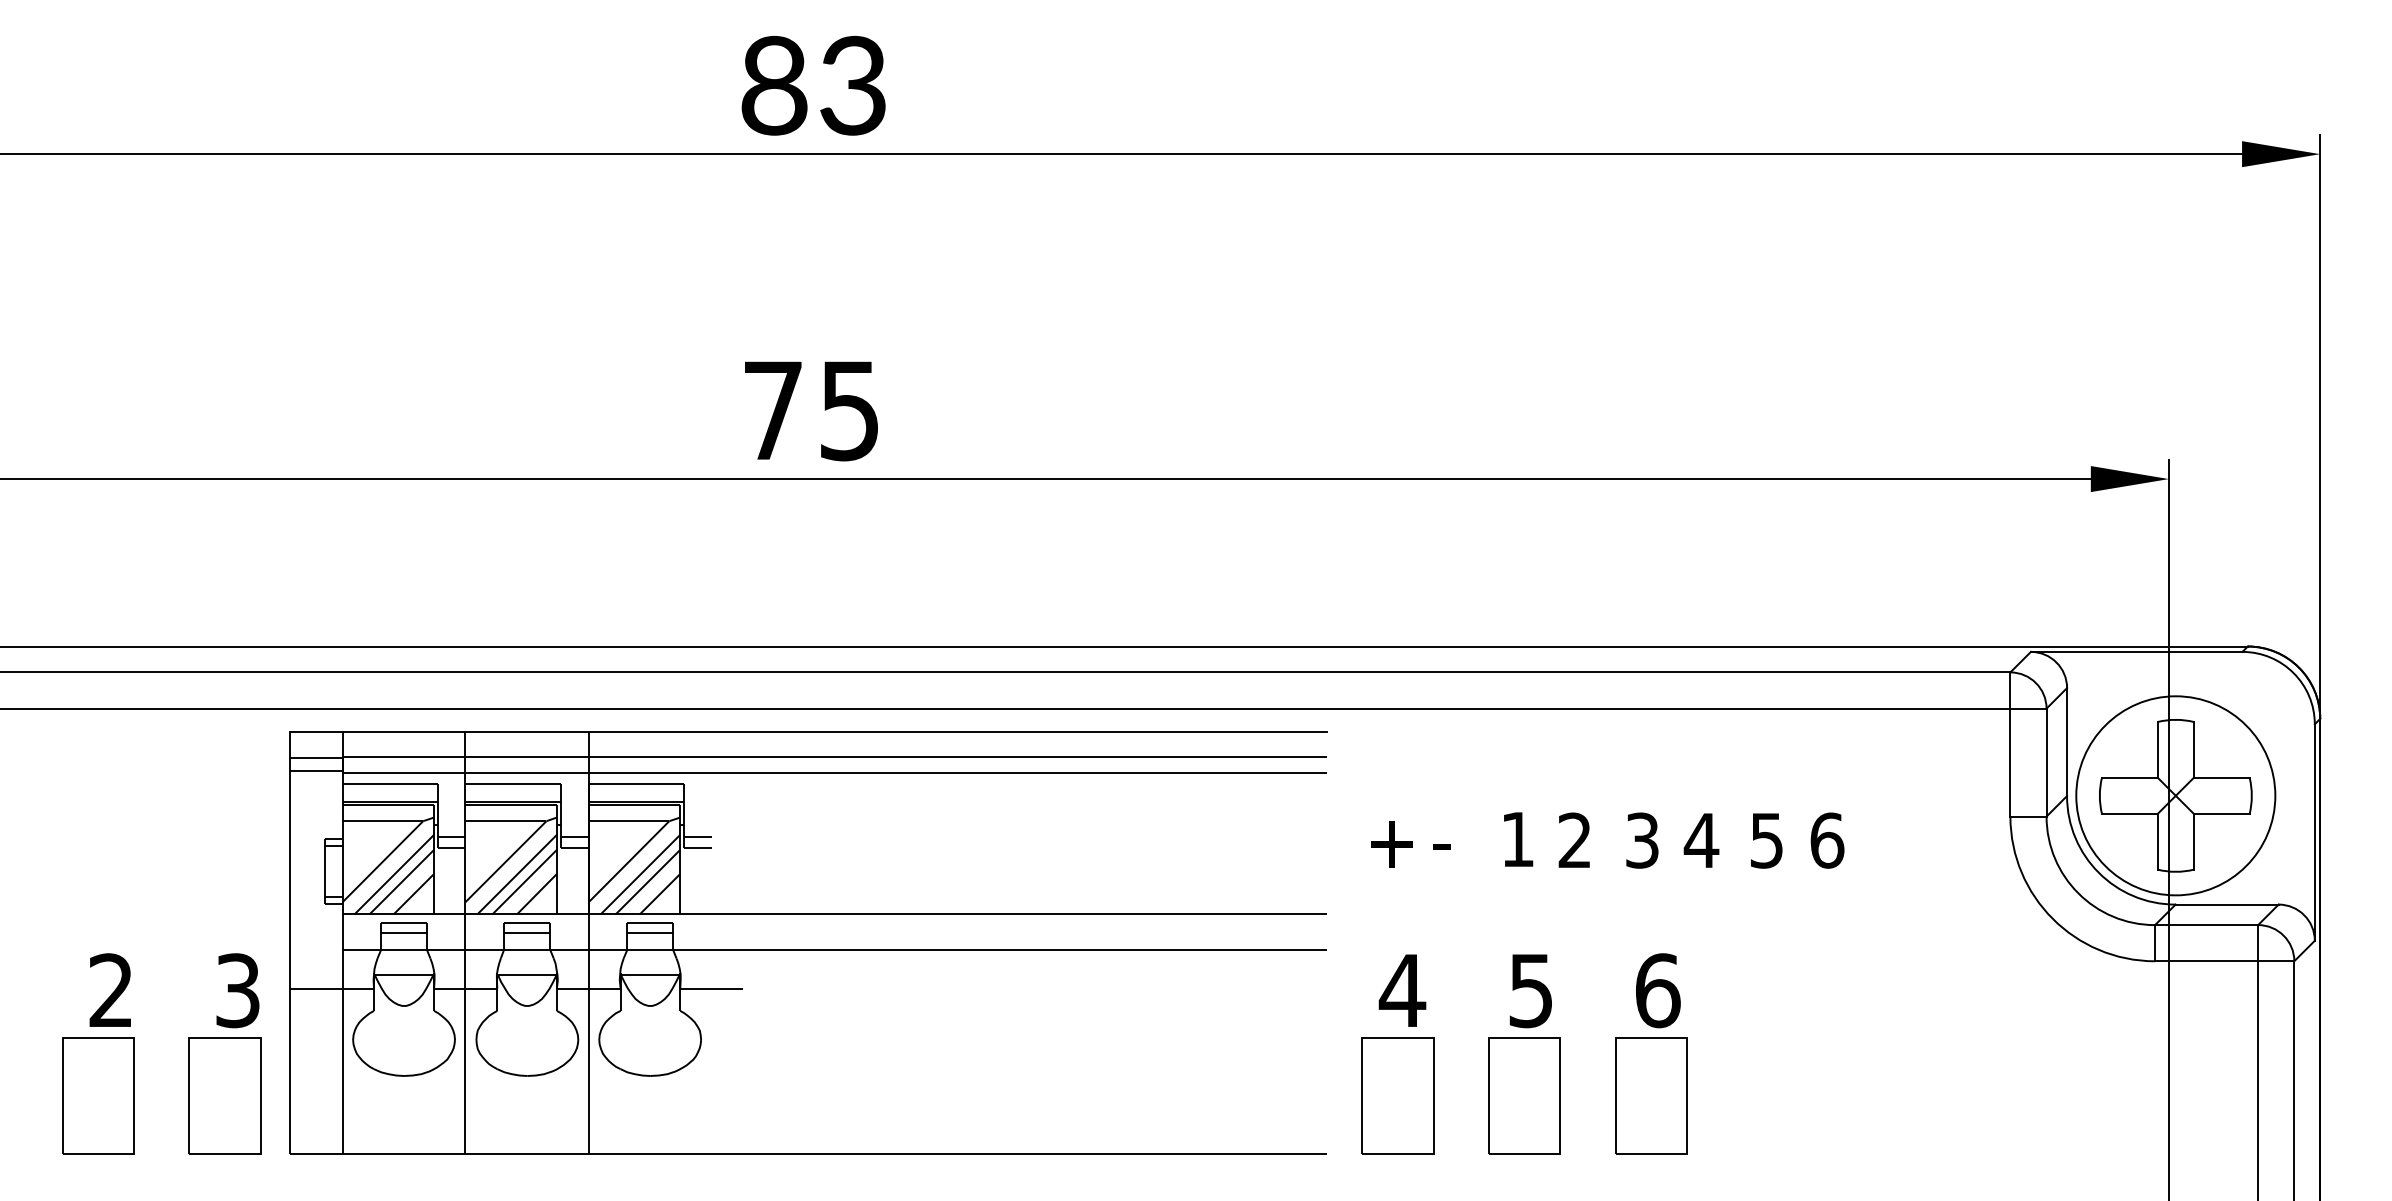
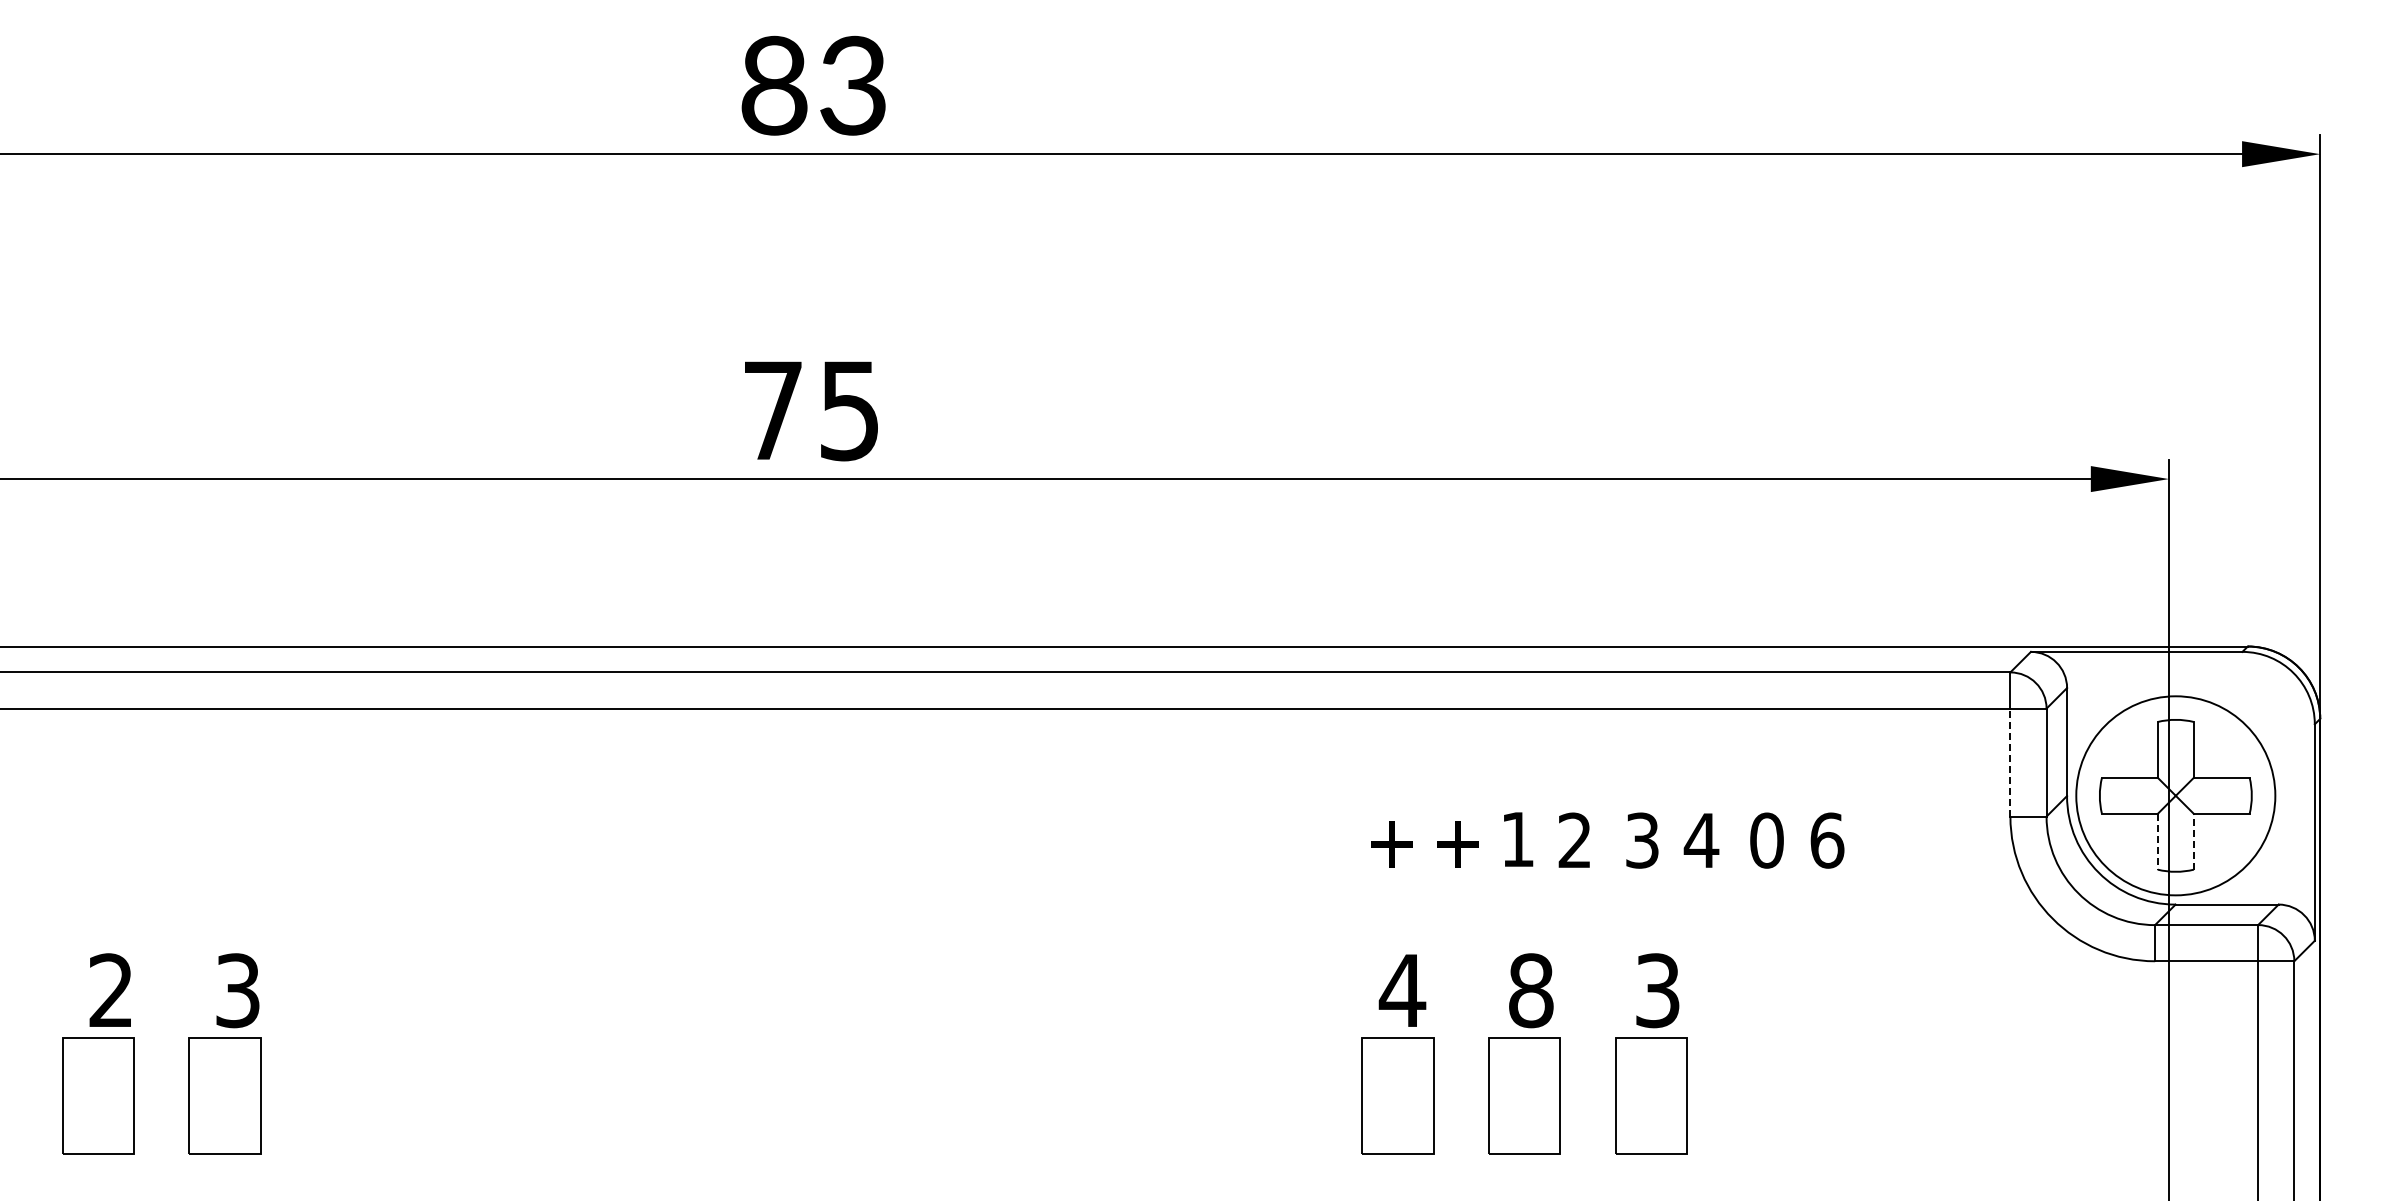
line at (2010, 762): solid -> dashed
text at (1766, 840): 5 -> 0
line at (2157, 841): solid -> dashed
line at (2193, 841): solid -> dashed
text at (1455, 844): - -> +
part at (808, 949): present -> none
text at (1531, 990): 5 -> 8
text at (1658, 990): 6 -> 3
